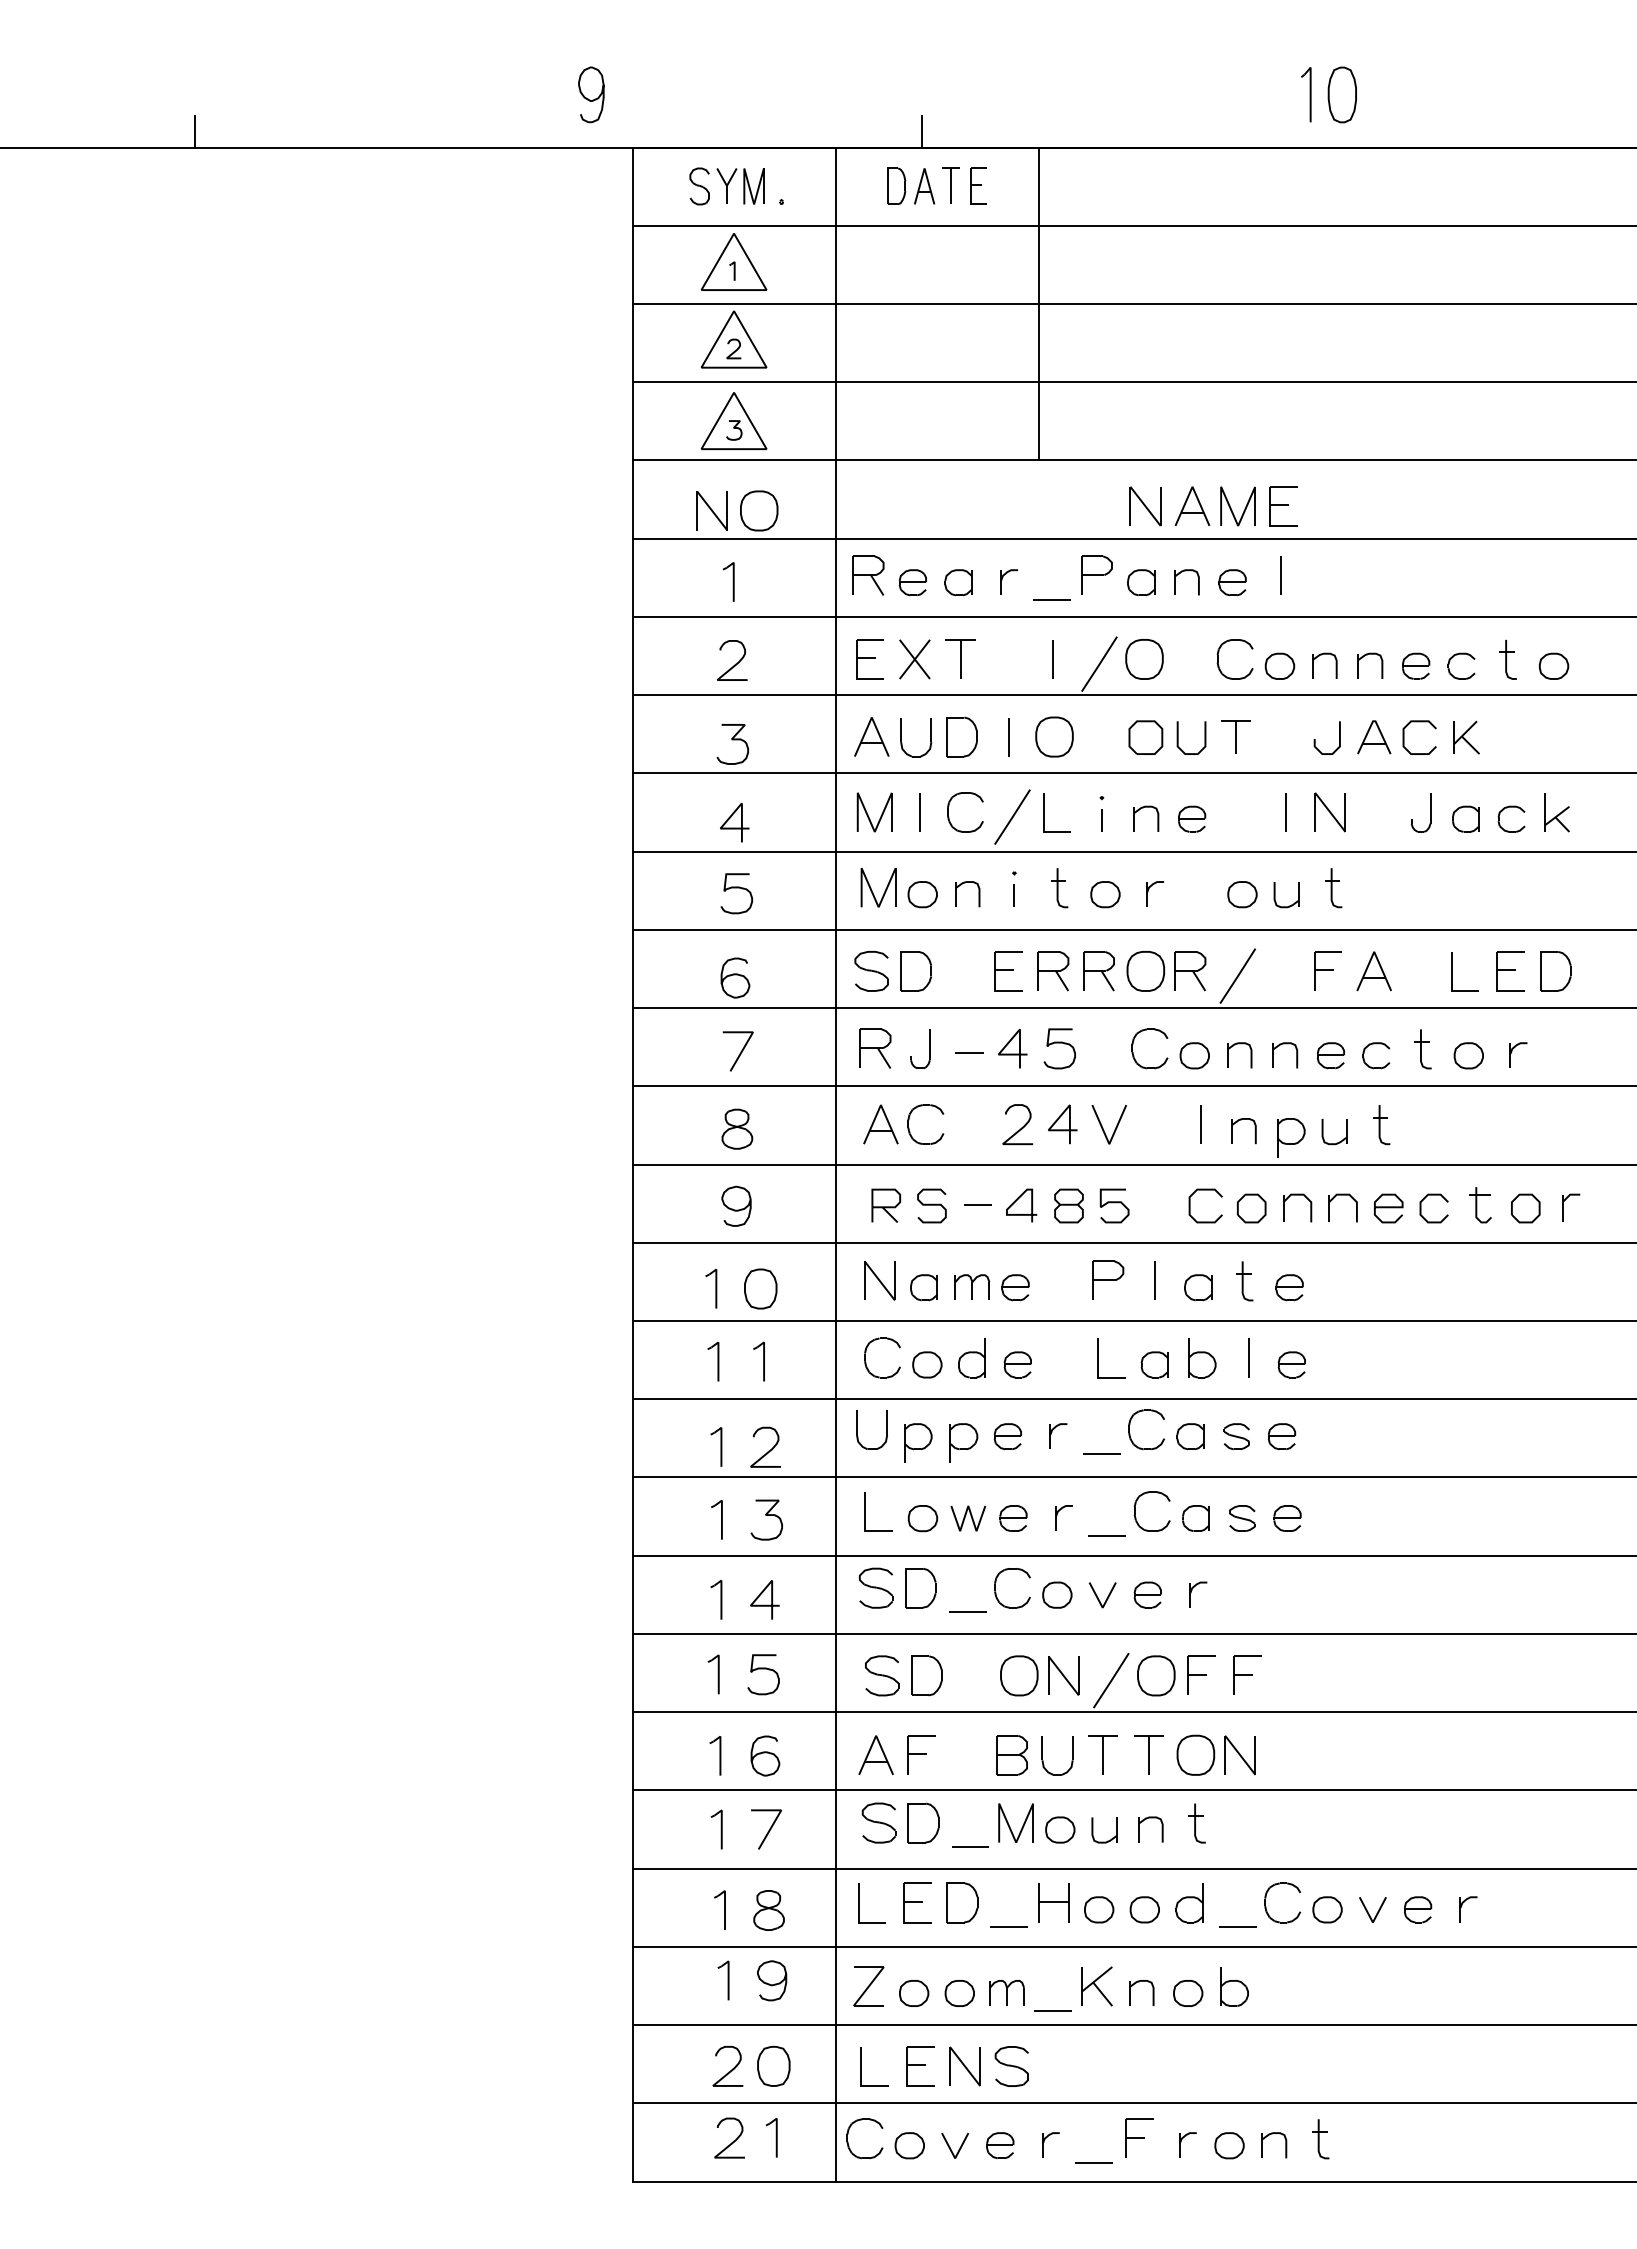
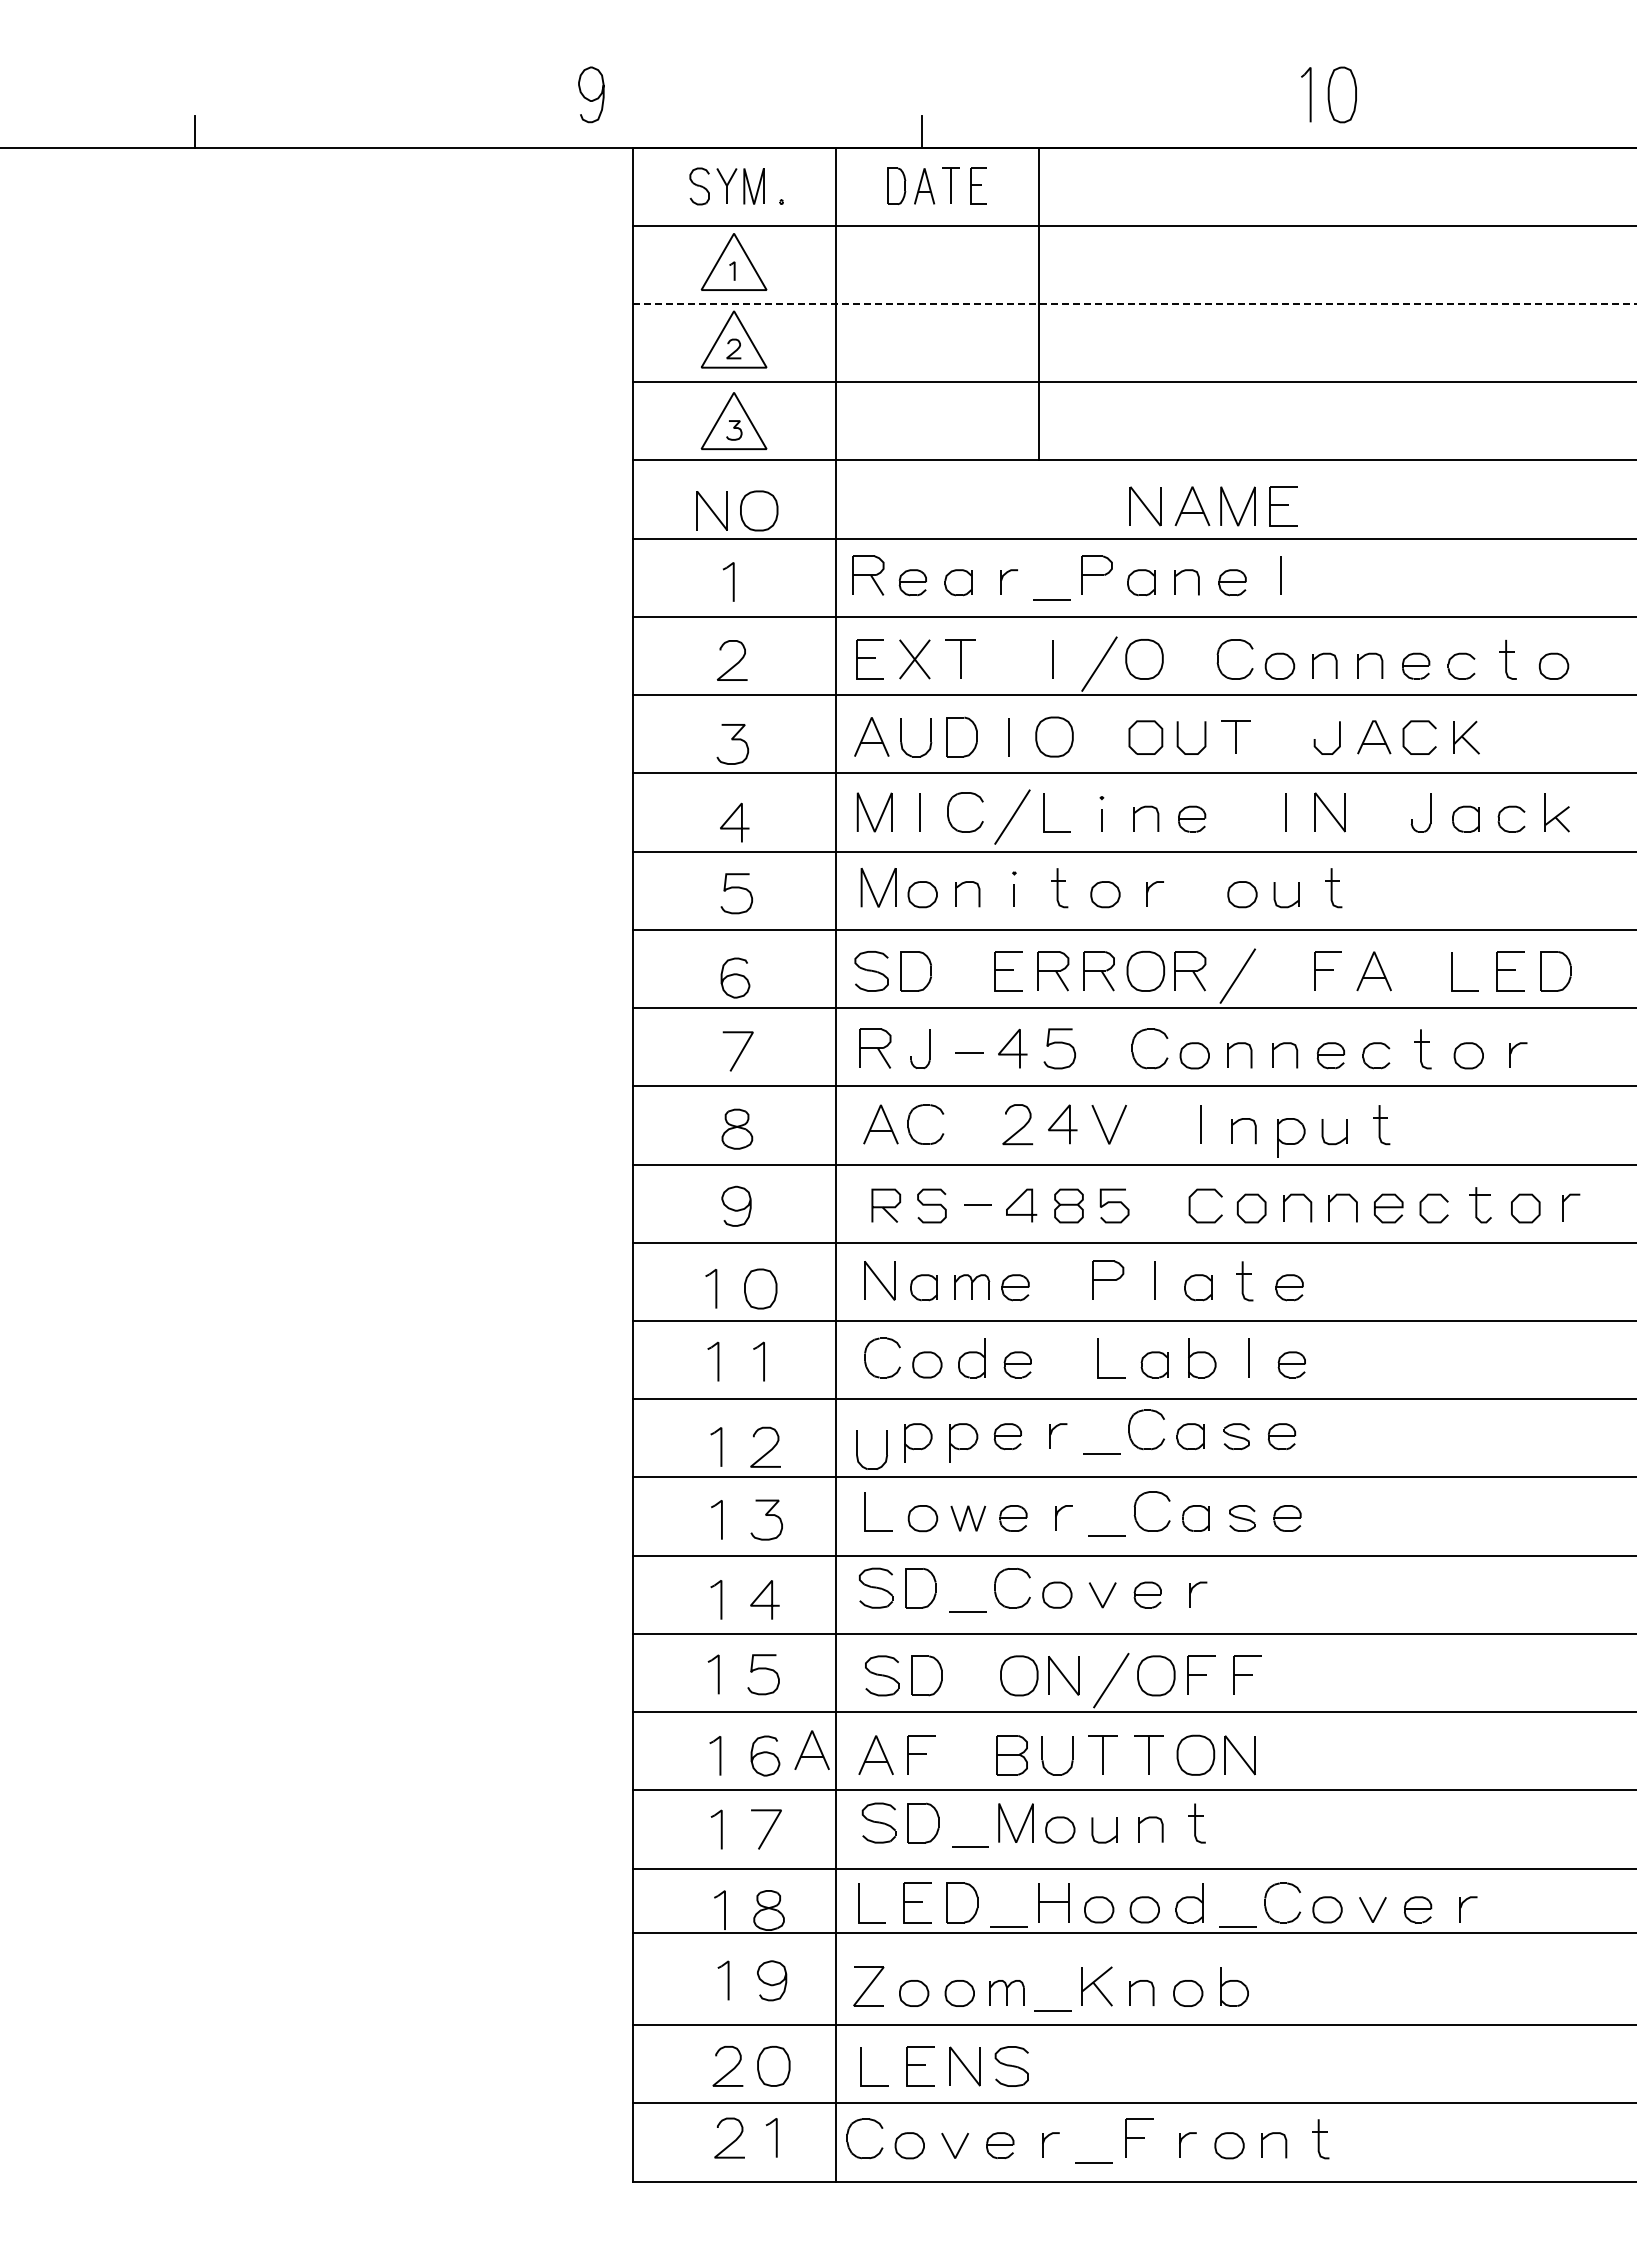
line at (1134, 304): solid -> dashed
part at (857, 1429) position: (857, 1429) -> (857, 1449)
part at (811, 1749): none -> present
line at (1132, 1946) position: (1132, 1946) -> (1132, 1932)
